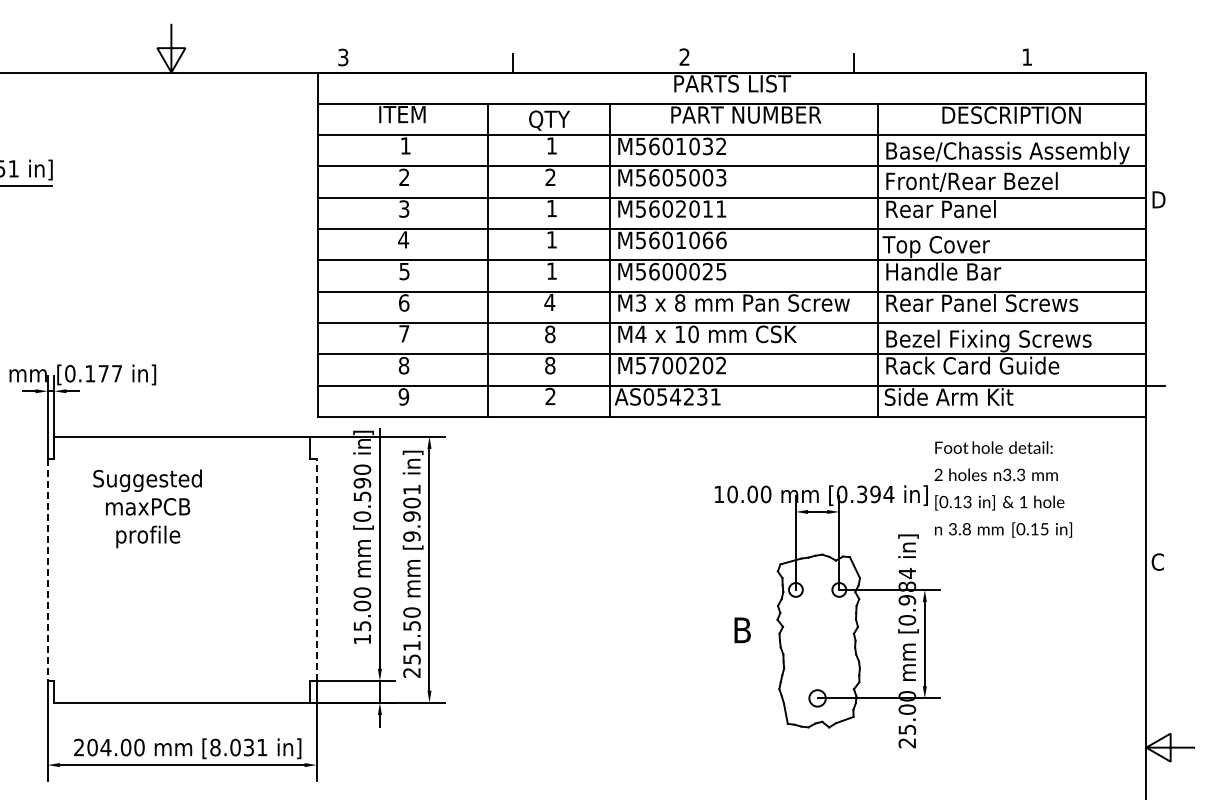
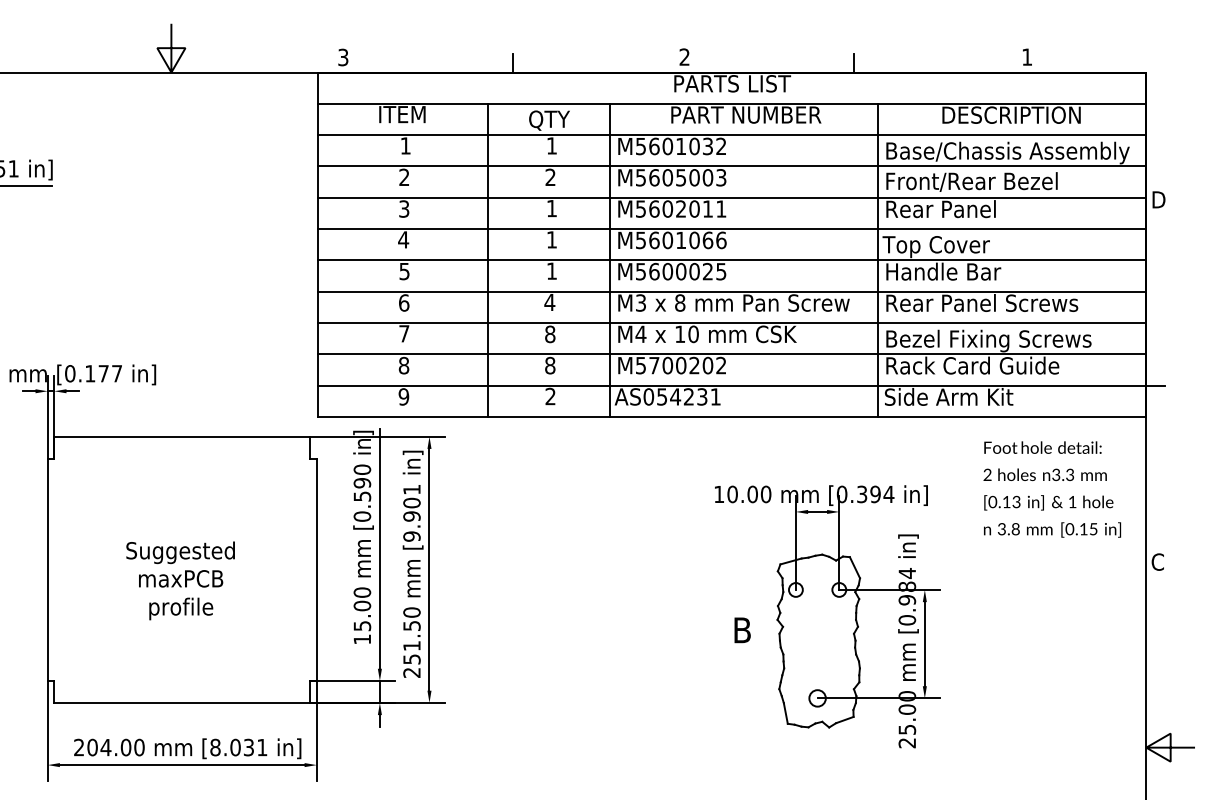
text at (1003, 489) position: (1003, 489) -> (1052, 489)
text at (147, 508) position: (147, 508) -> (180, 580)
line at (316, 569): dashed -> solid
line at (47, 570): dashed -> solid
